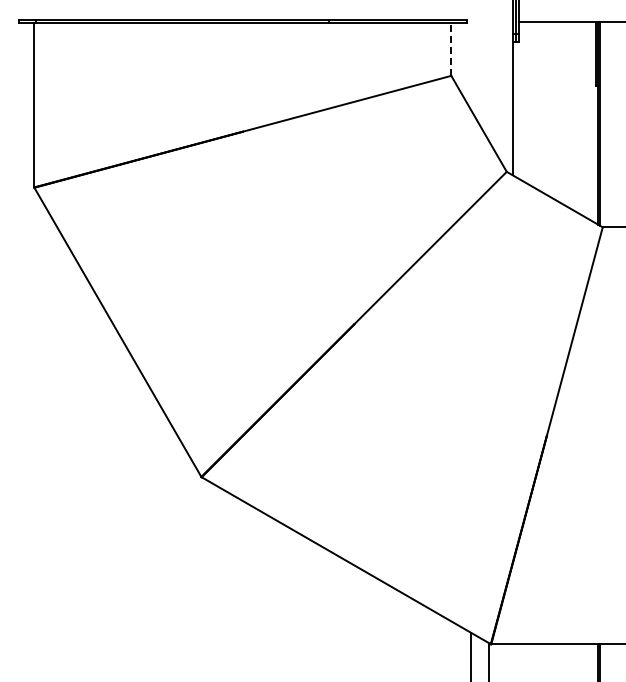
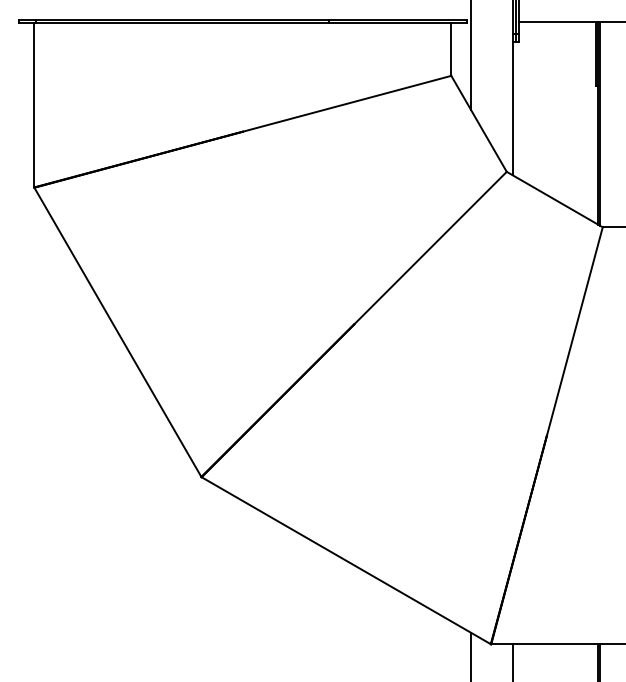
line at (451, 49): dashed -> solid
line at (471, 56): none -> present
line at (488, 661) position: (488, 661) -> (512, 661)
